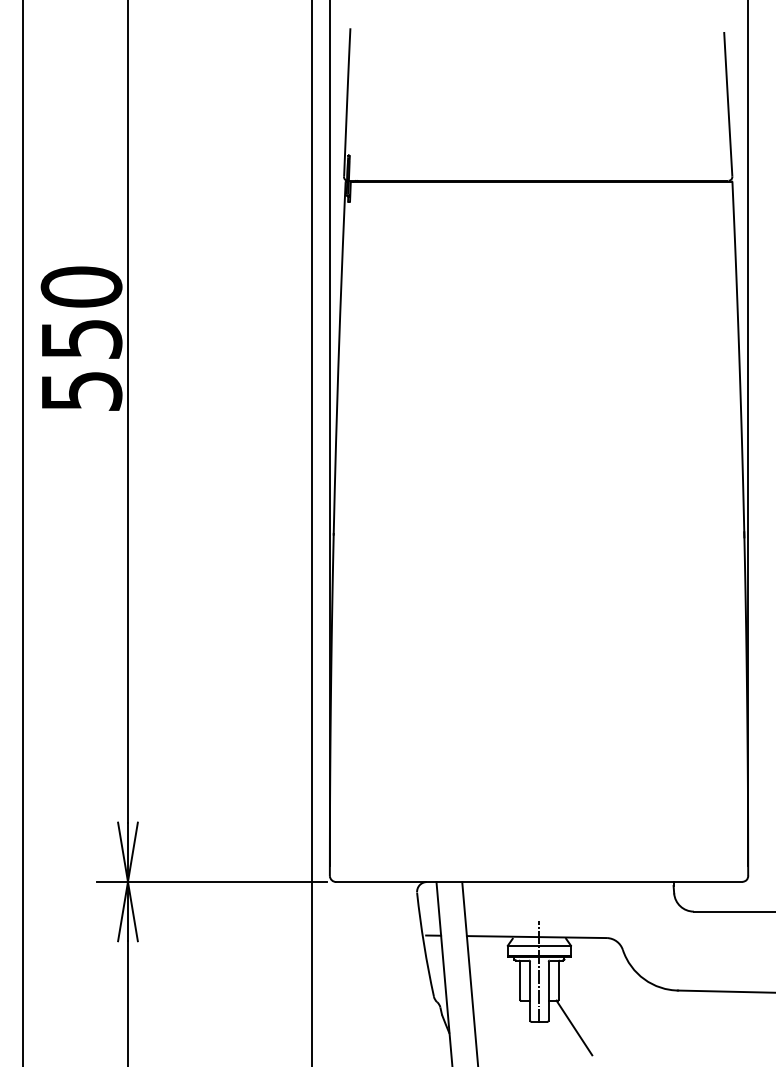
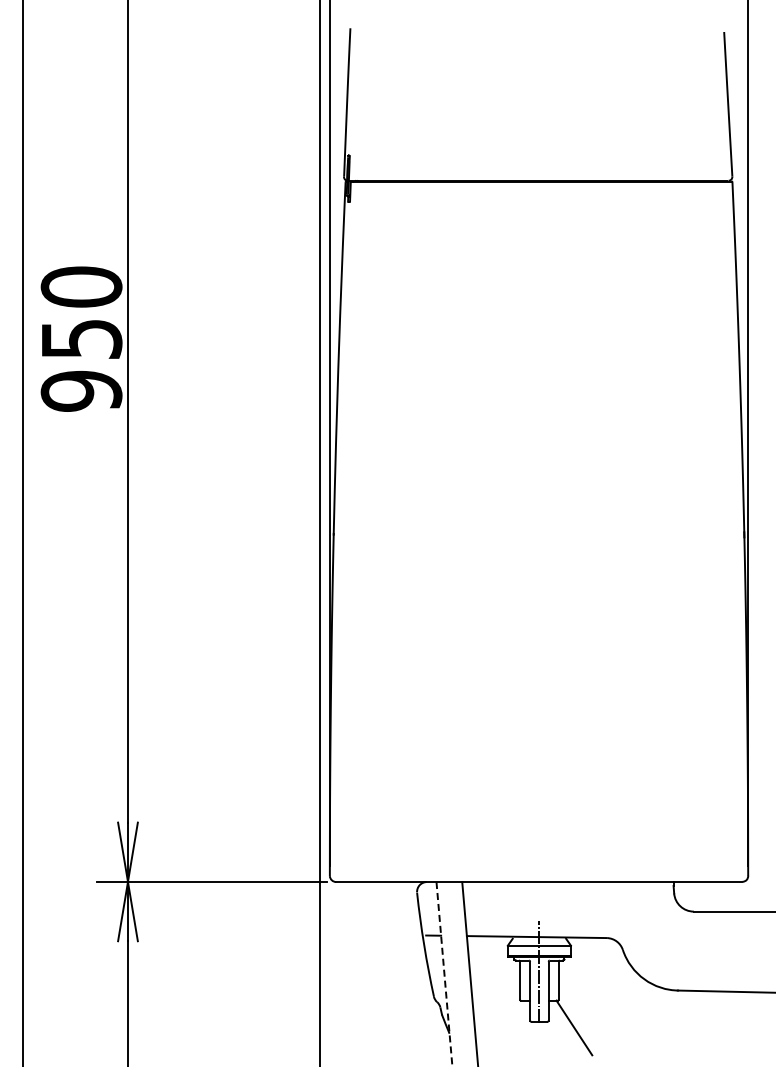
text at (81, 390): 550 -> 950
line at (312, 532) position: (312, 532) -> (320, 532)
line at (444, 974): solid -> dashed
